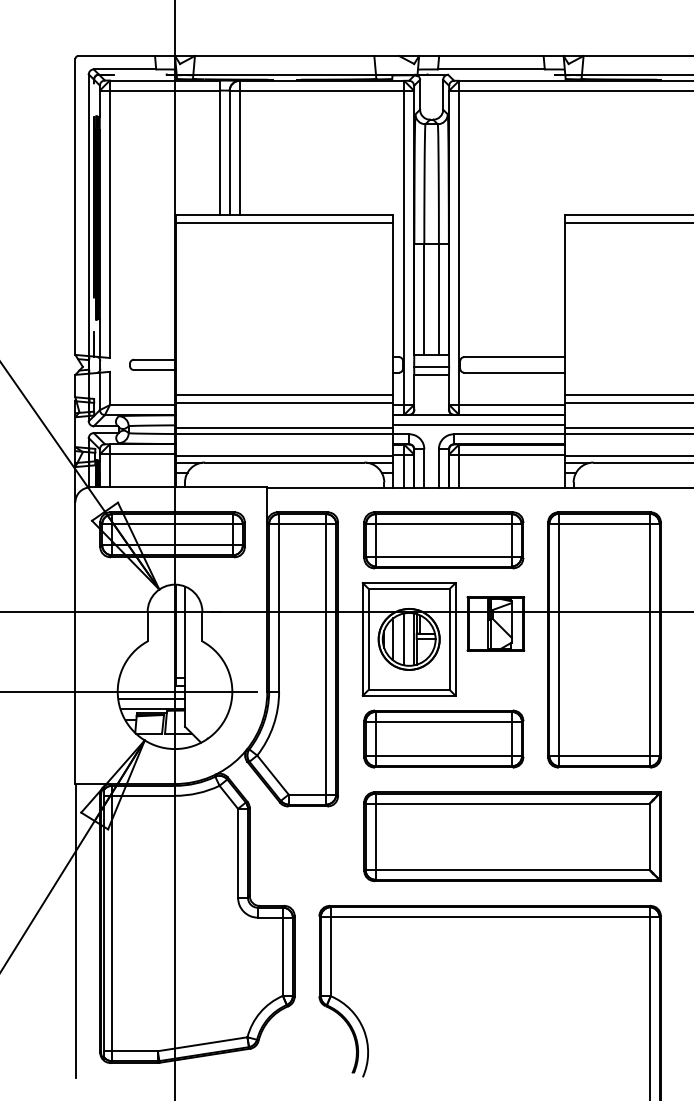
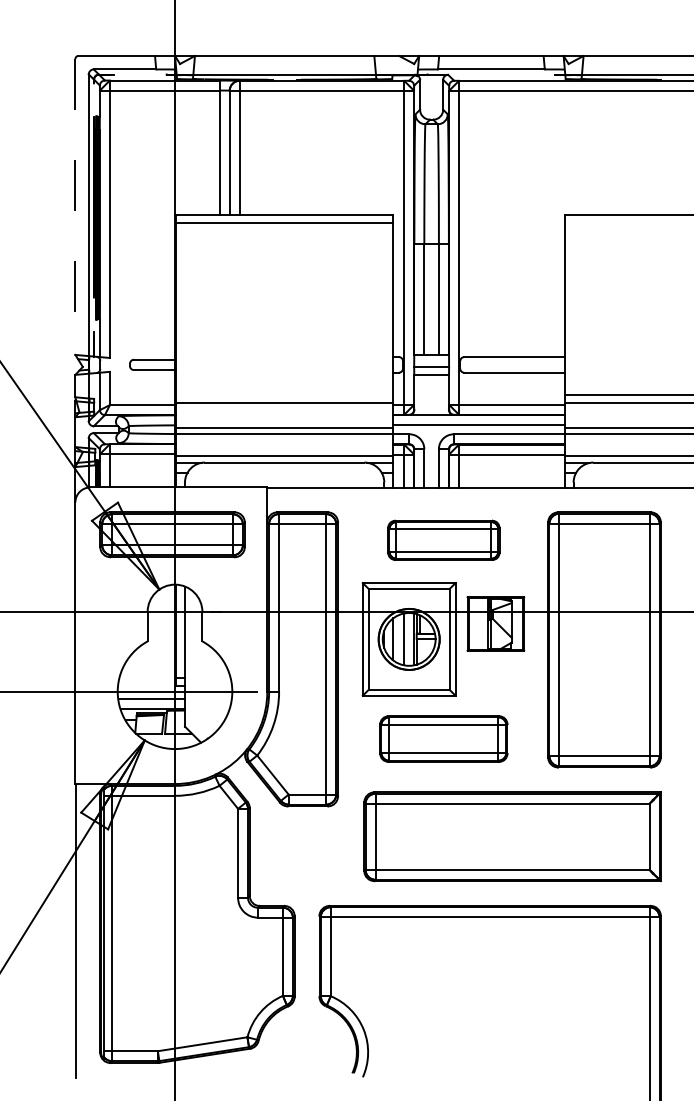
line at (75, 206): solid -> dashed
line at (627, 222): present -> none
line at (284, 395): present -> none
part at (443, 540) size: 162x59 px -> 114x42 px
part at (443, 738) size: 162x60 px -> 130x48 px
